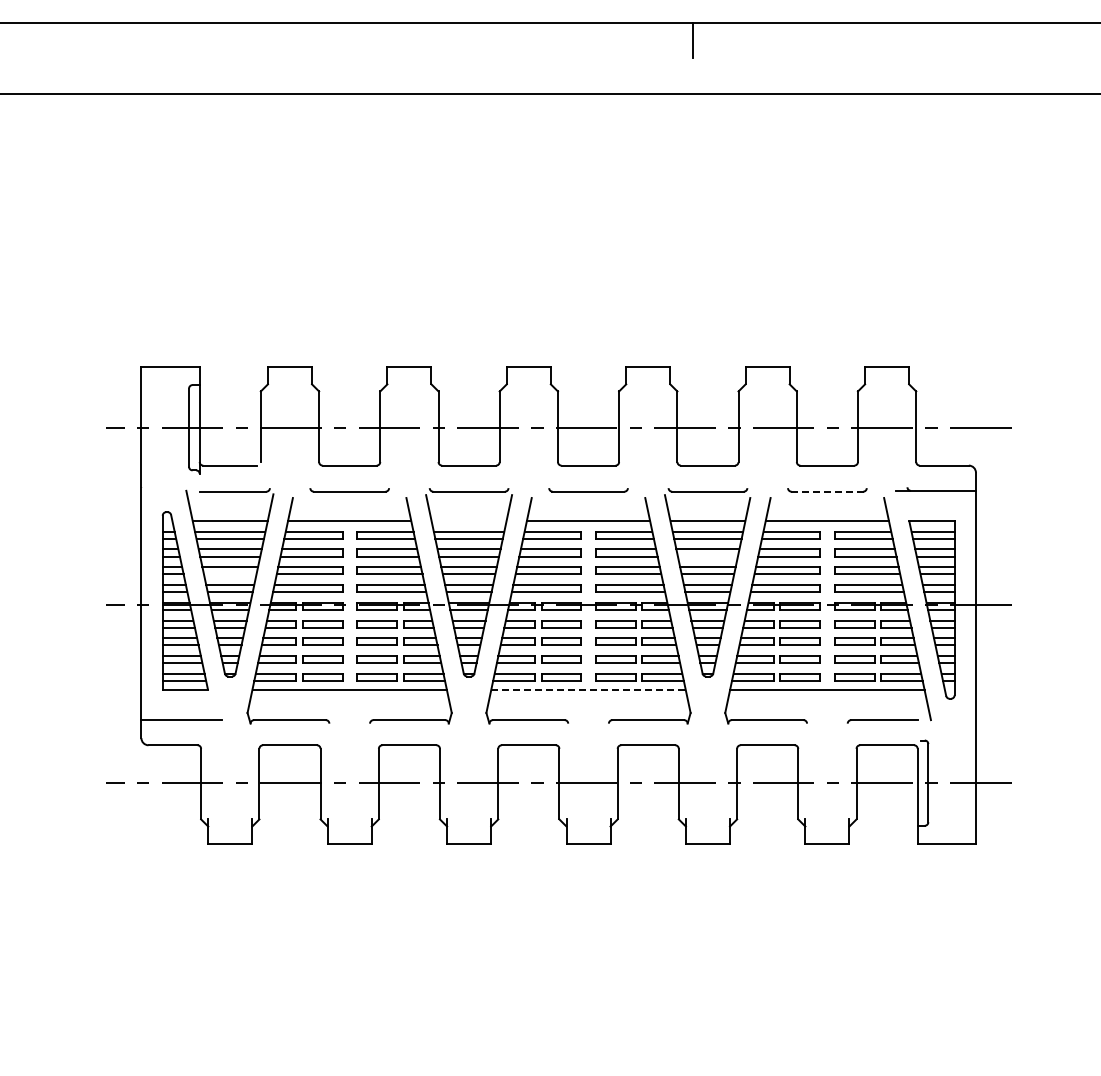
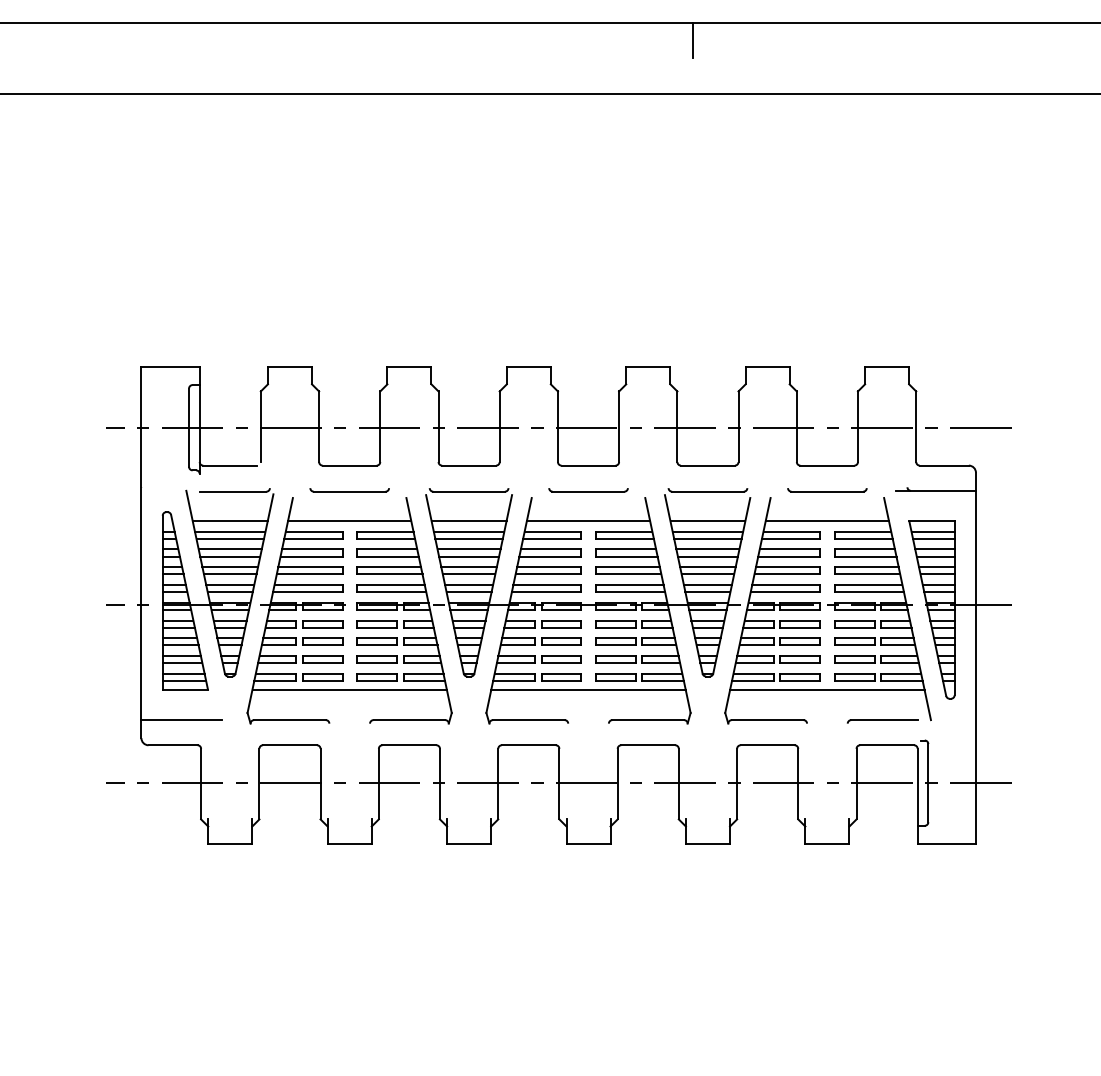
line at (827, 491): dashed -> solid
line at (468, 521): none -> present
line at (707, 556): none -> present
line at (229, 574): none -> present
line at (589, 689): dashed -> solid
